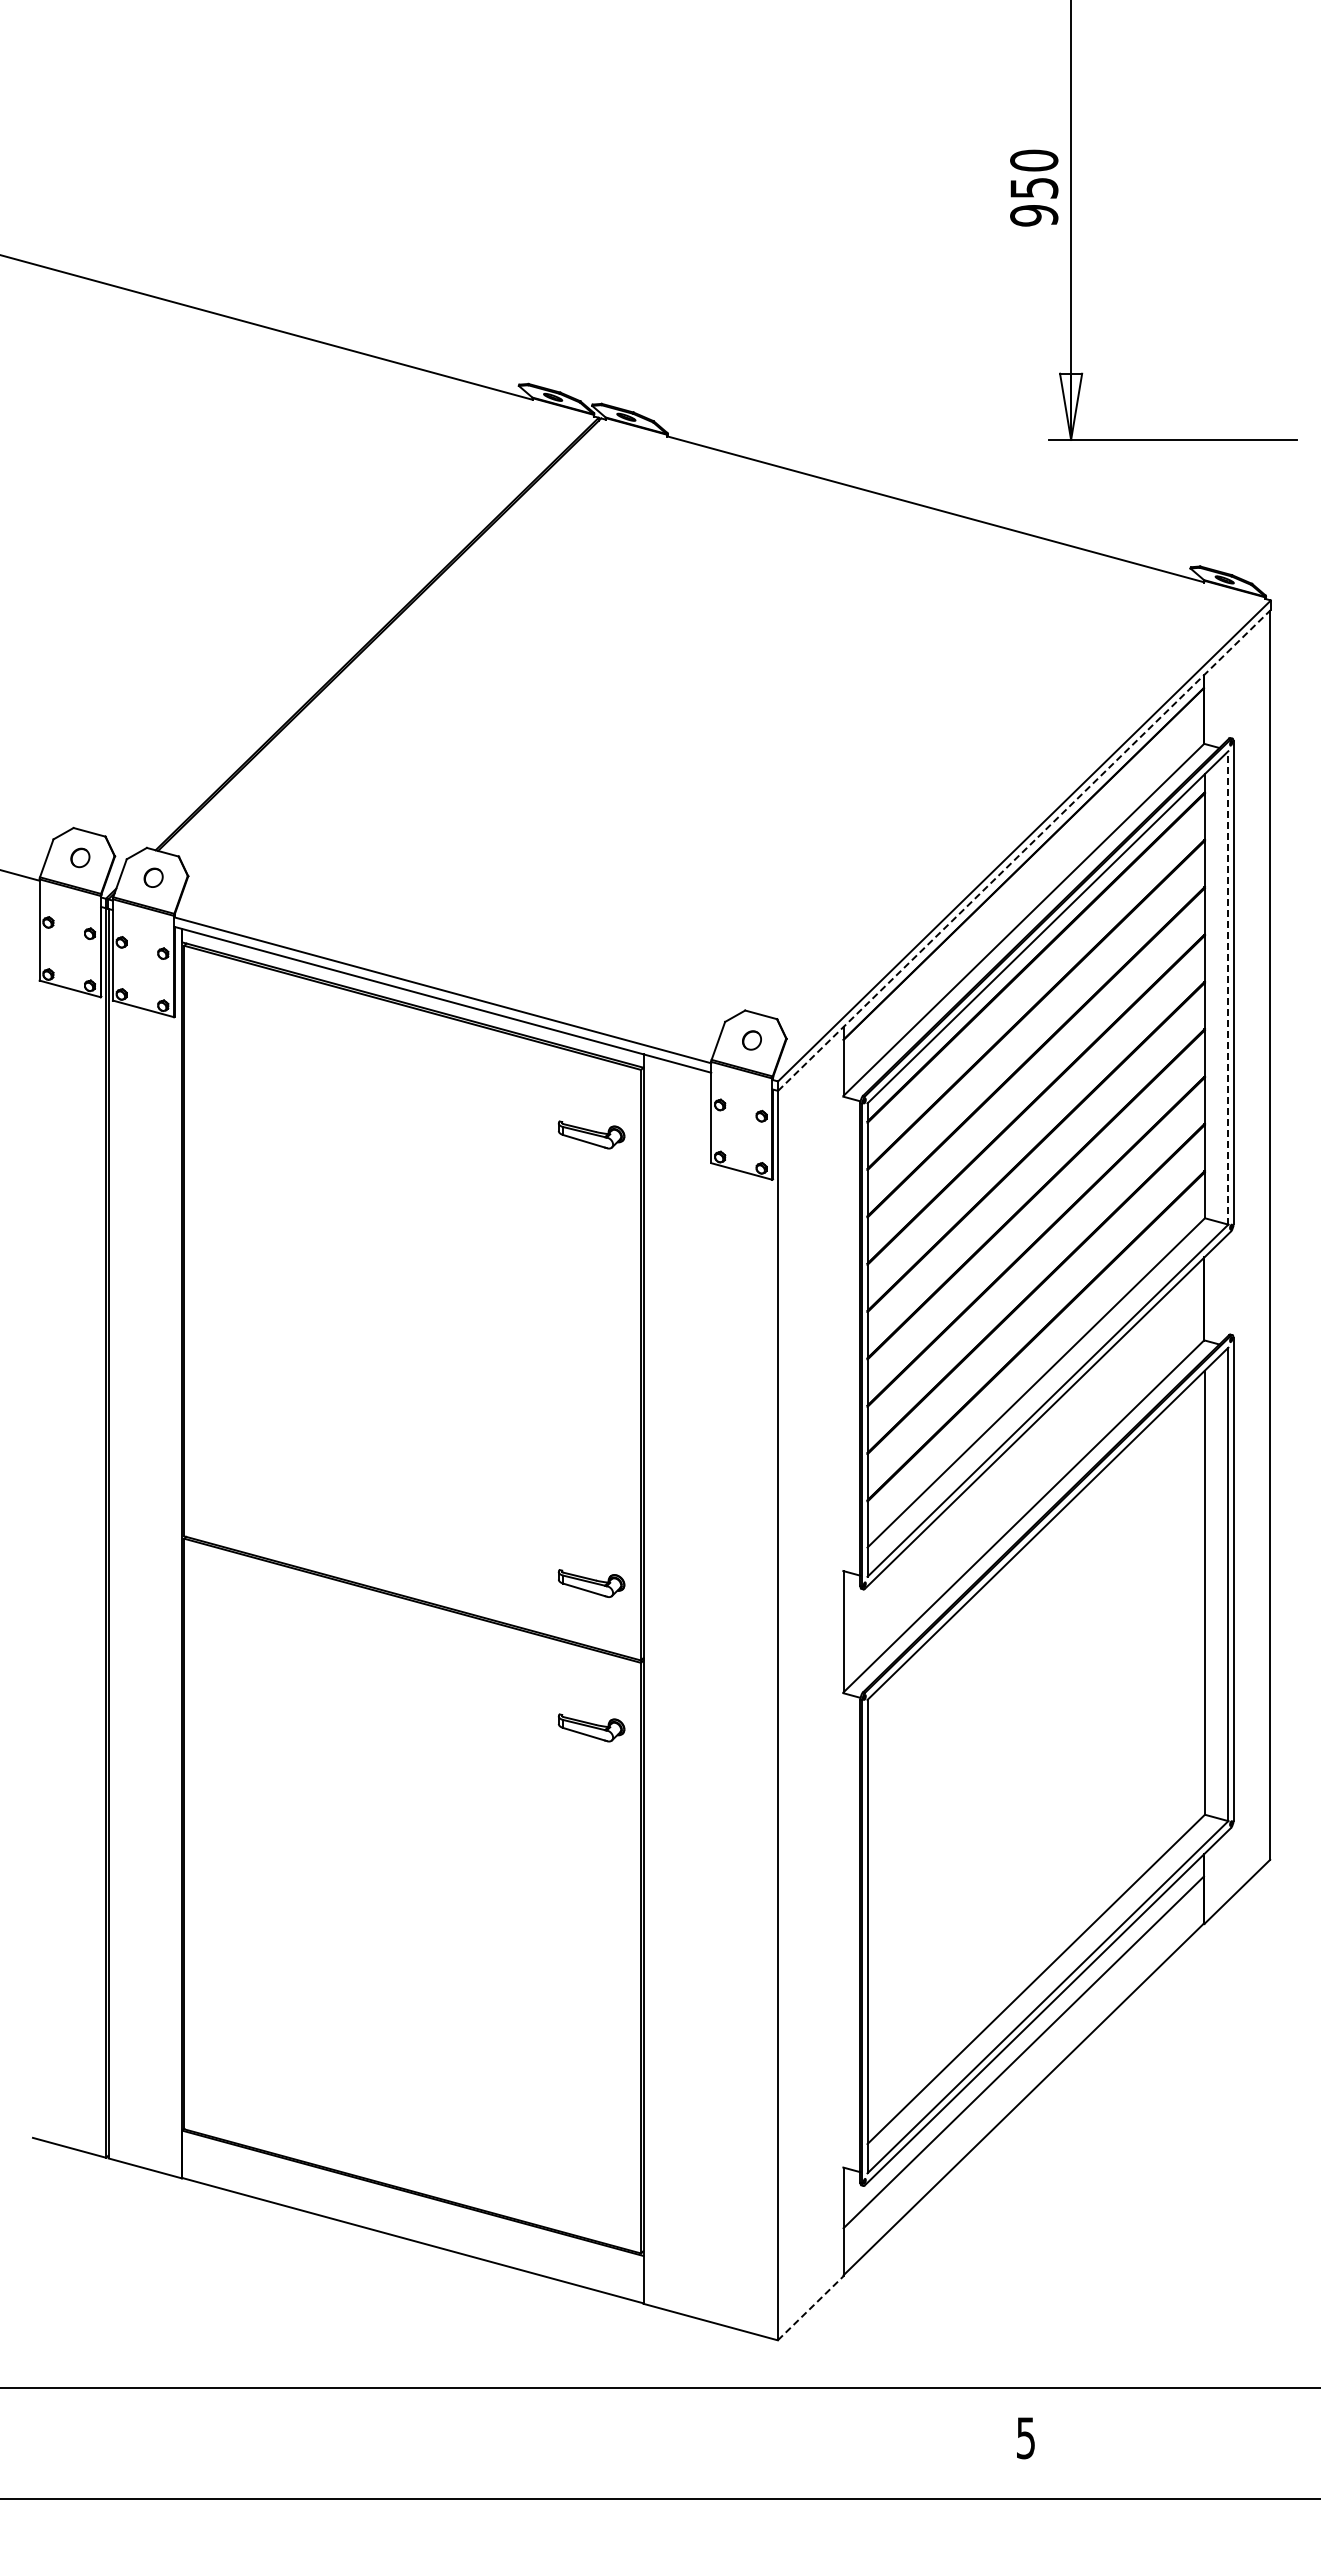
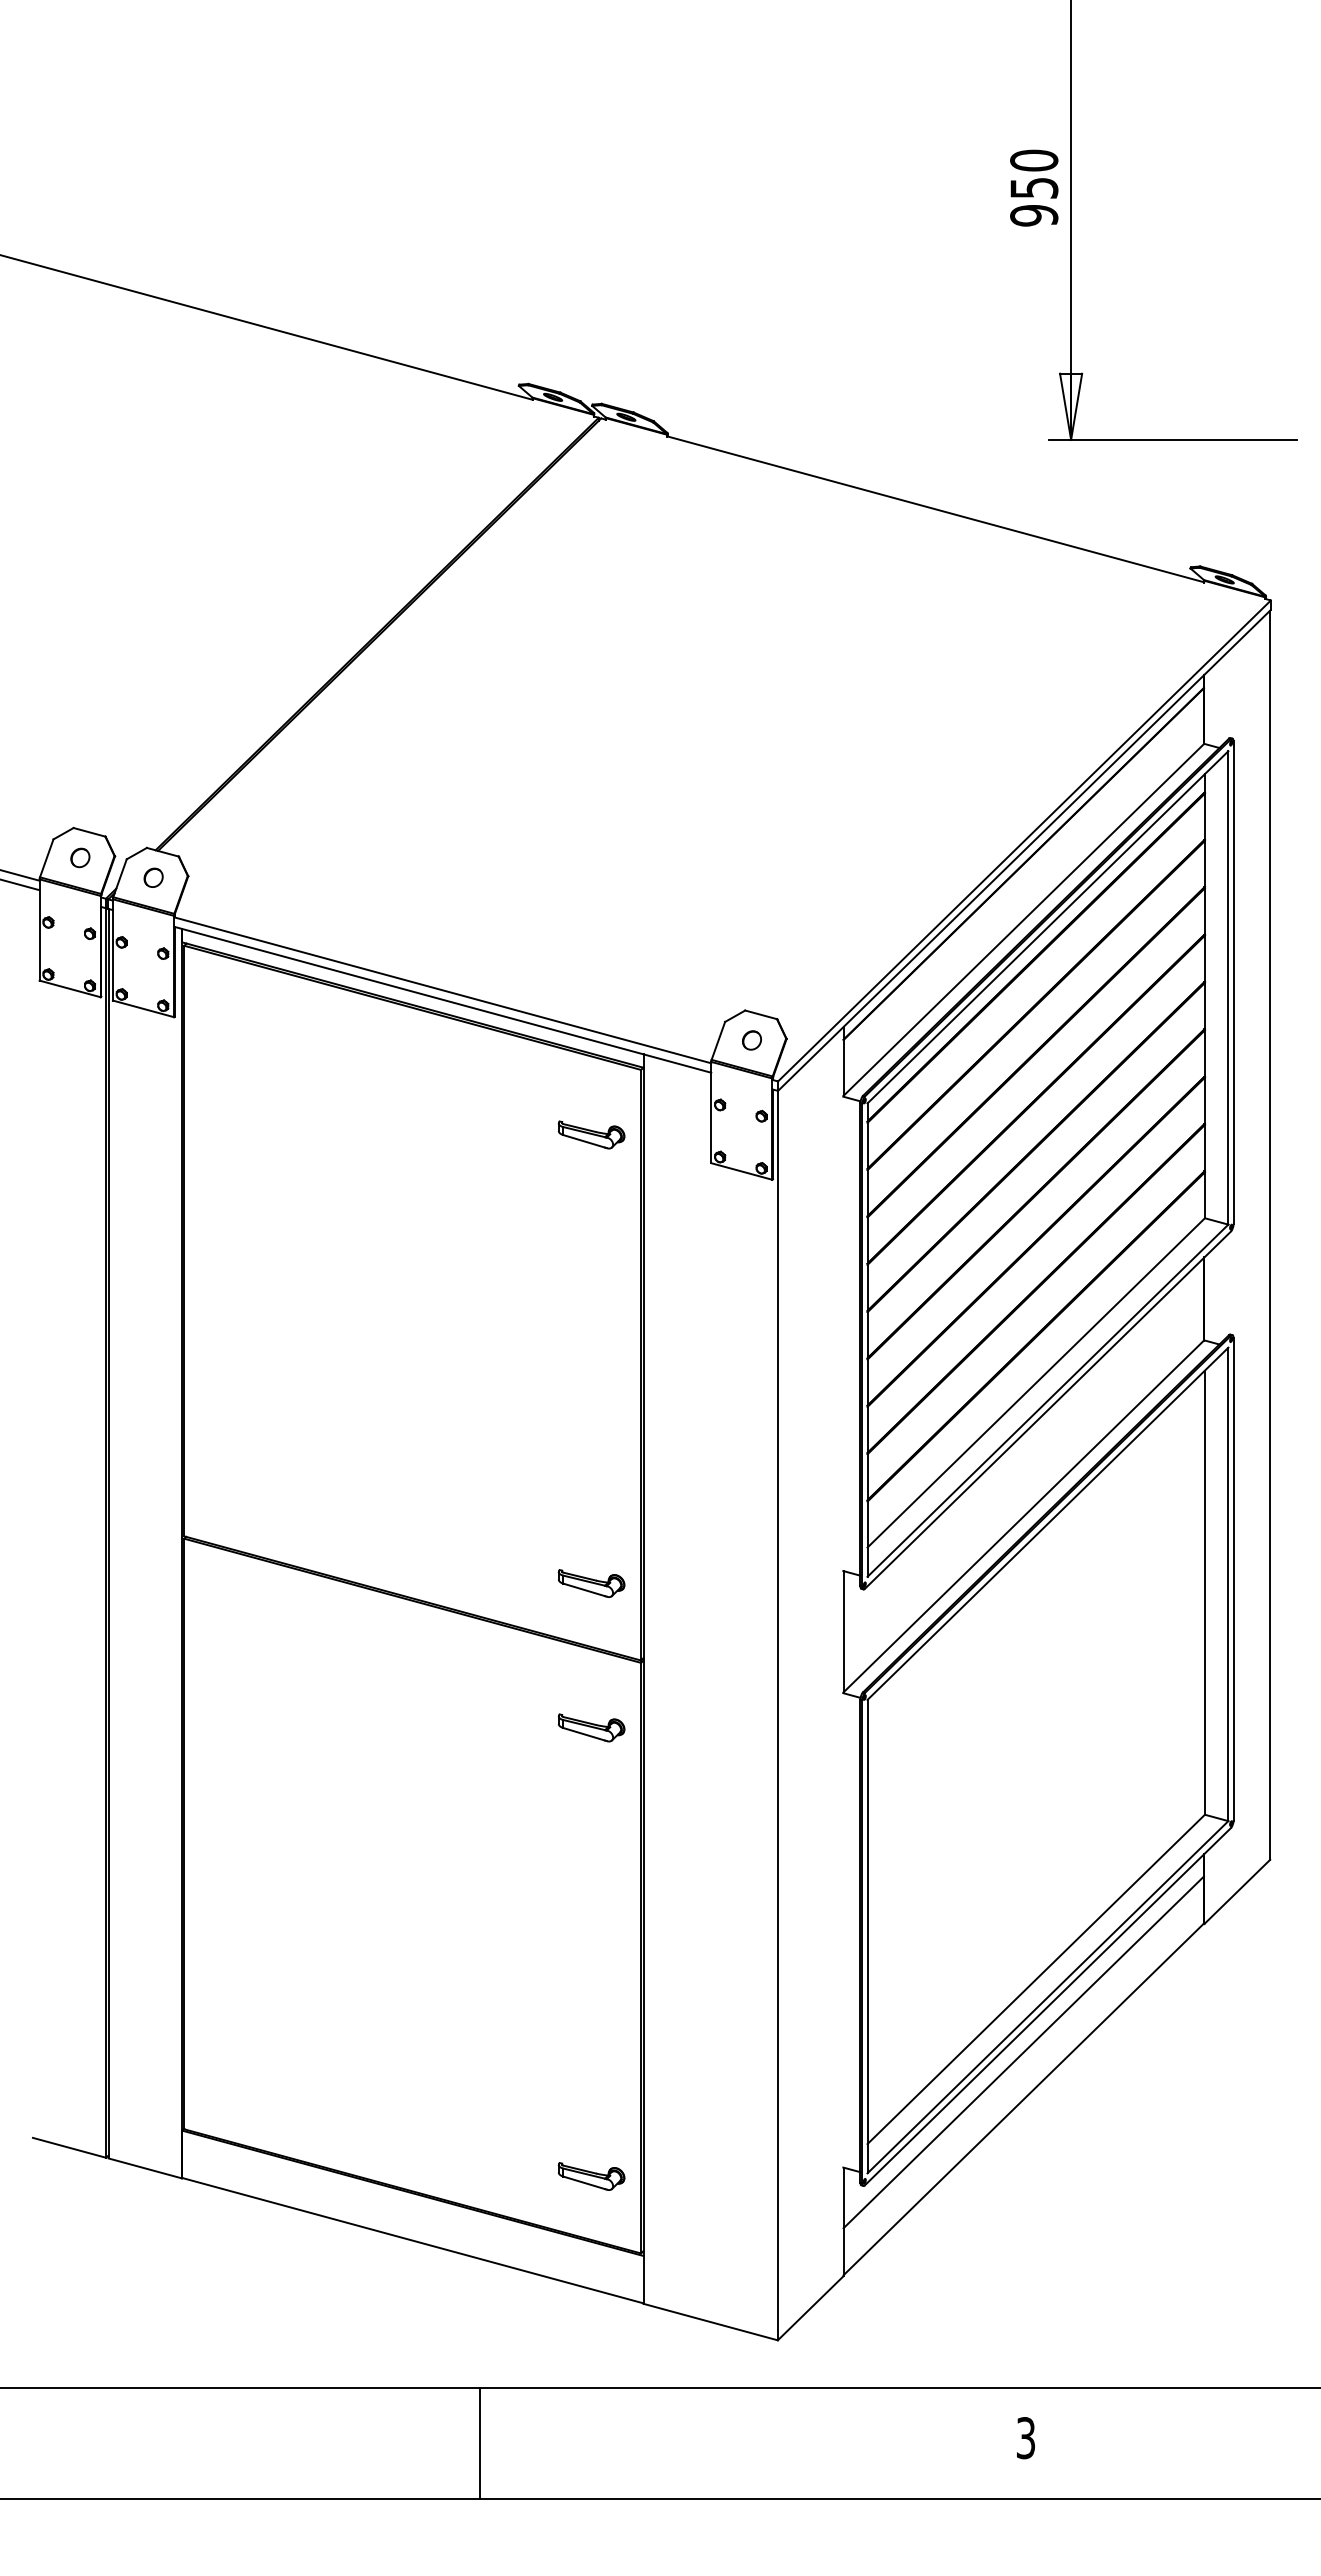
line at (1024, 850): dashed -> solid
line at (20, 885): none -> present
line at (1228, 987): dashed -> solid
part at (591, 2176): none -> present
line at (810, 2308): dashed -> solid
text at (1026, 2437): 5 -> 3
line at (480, 2443): none -> present
